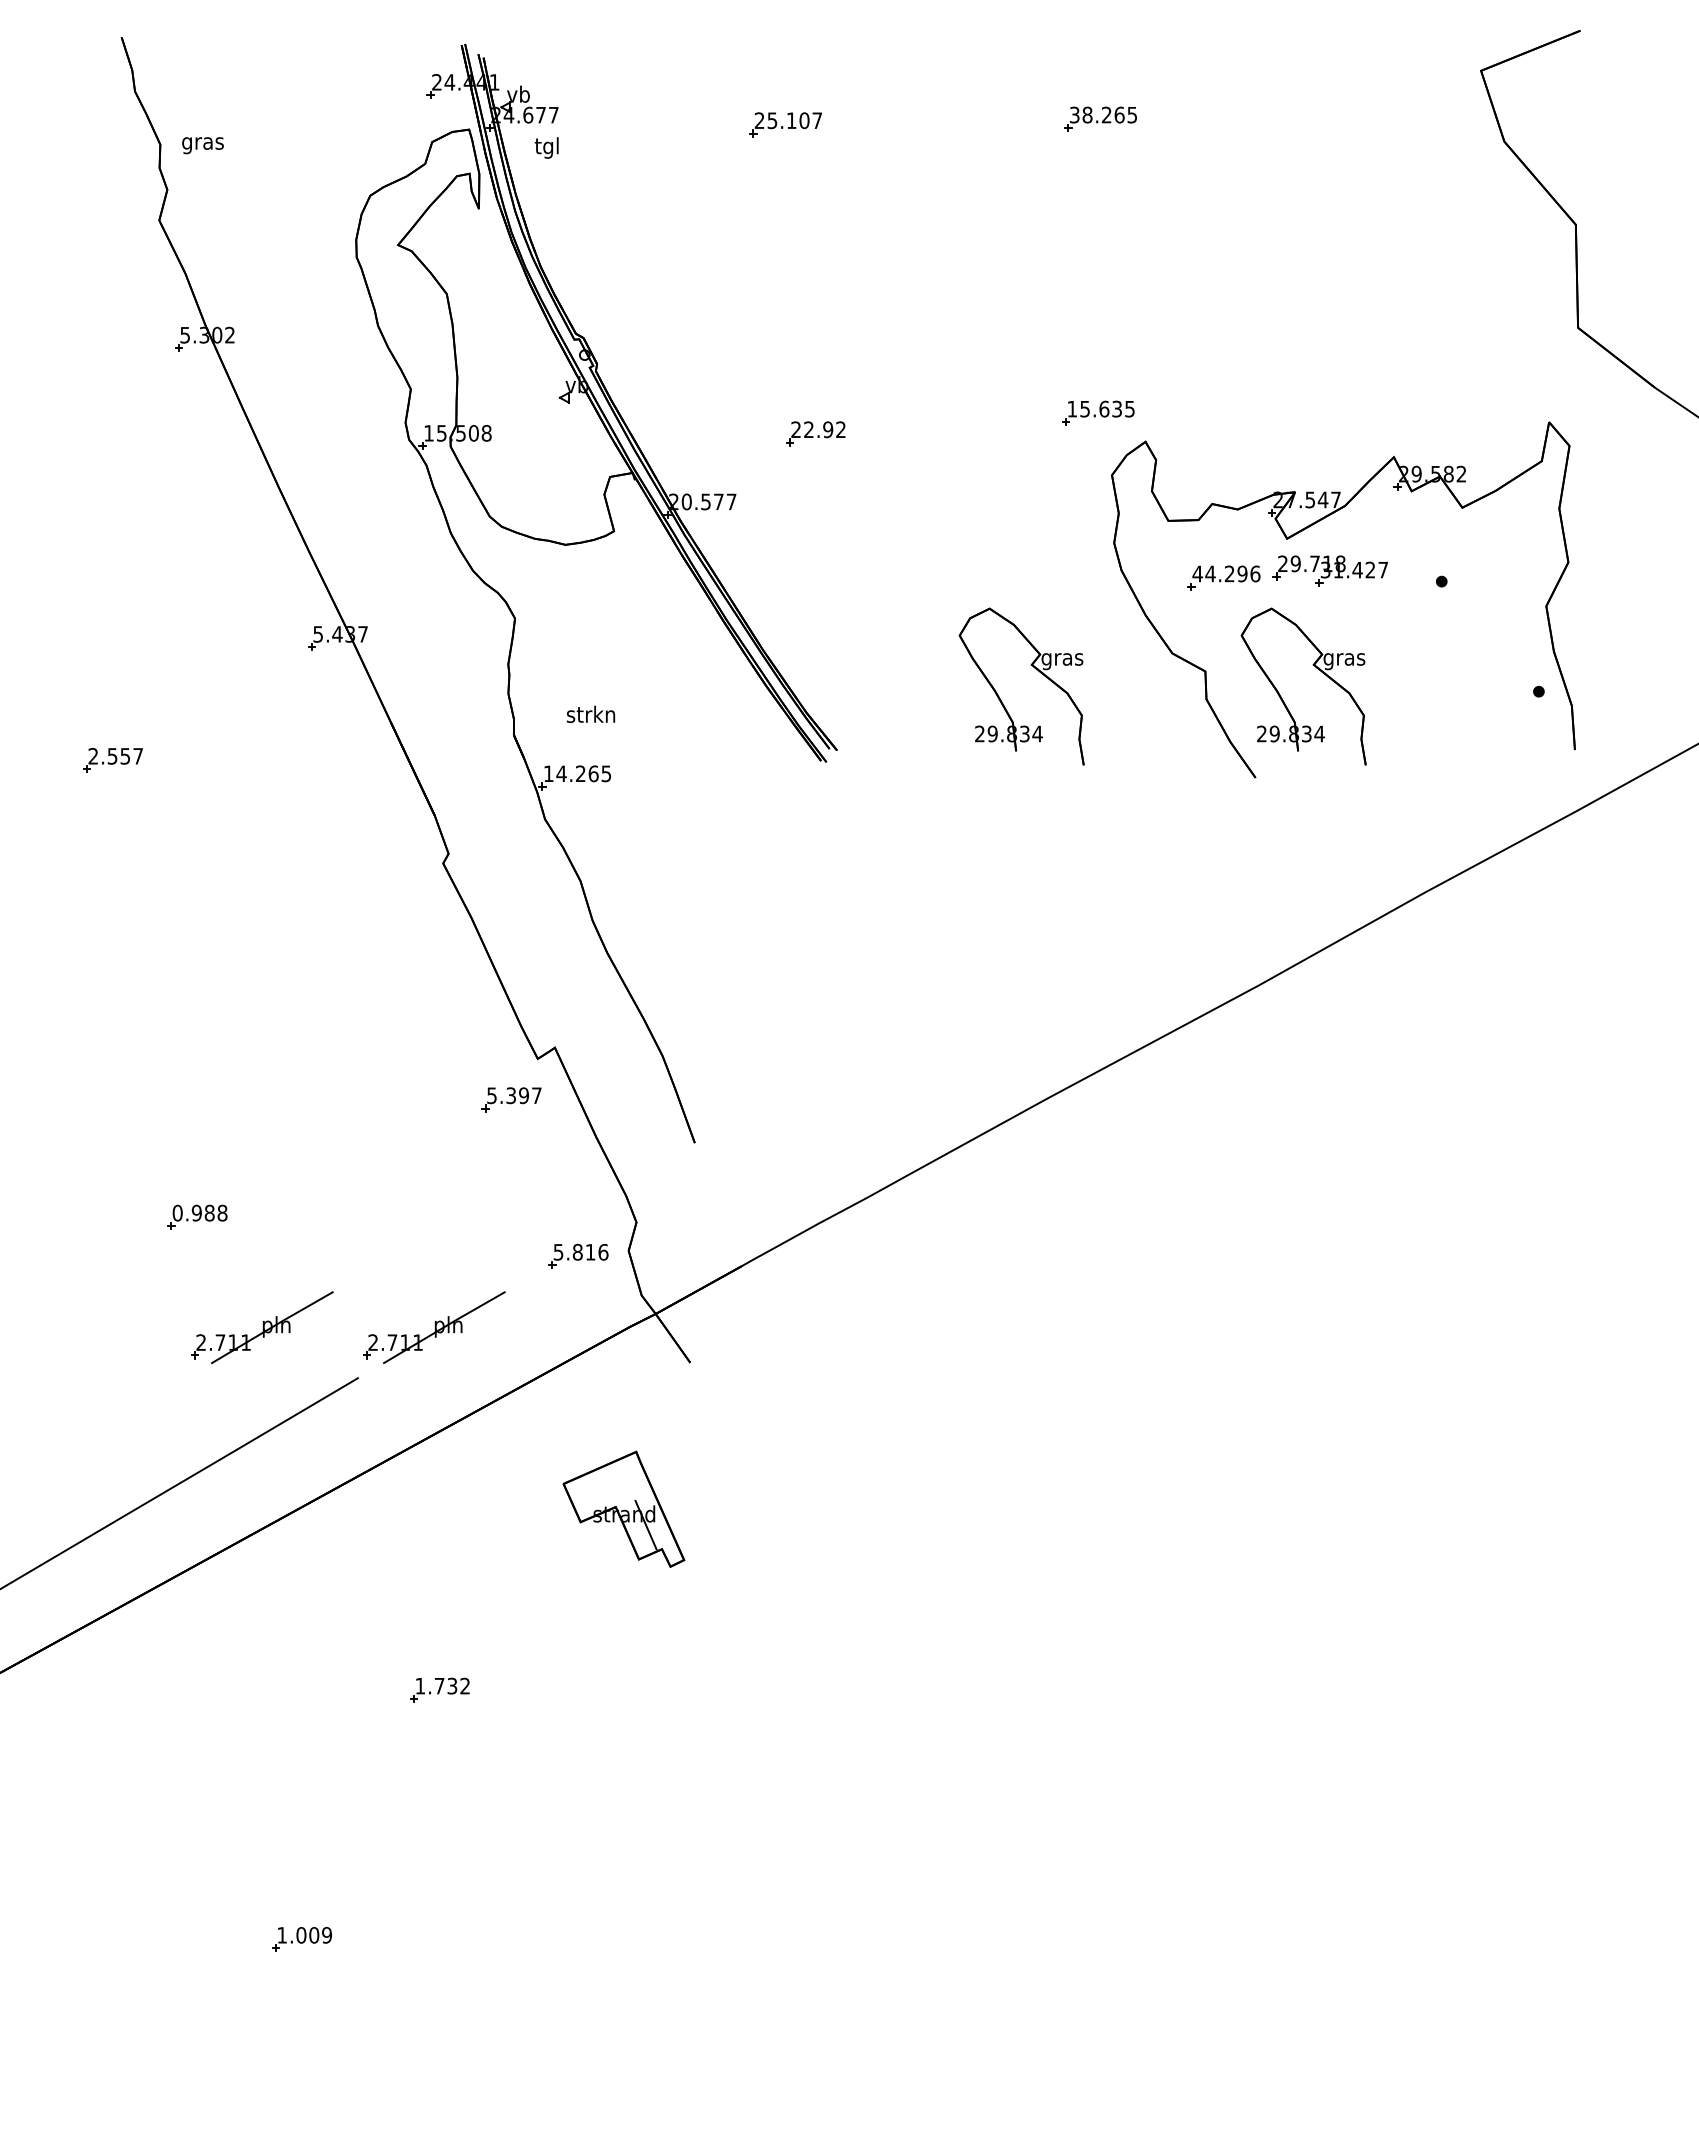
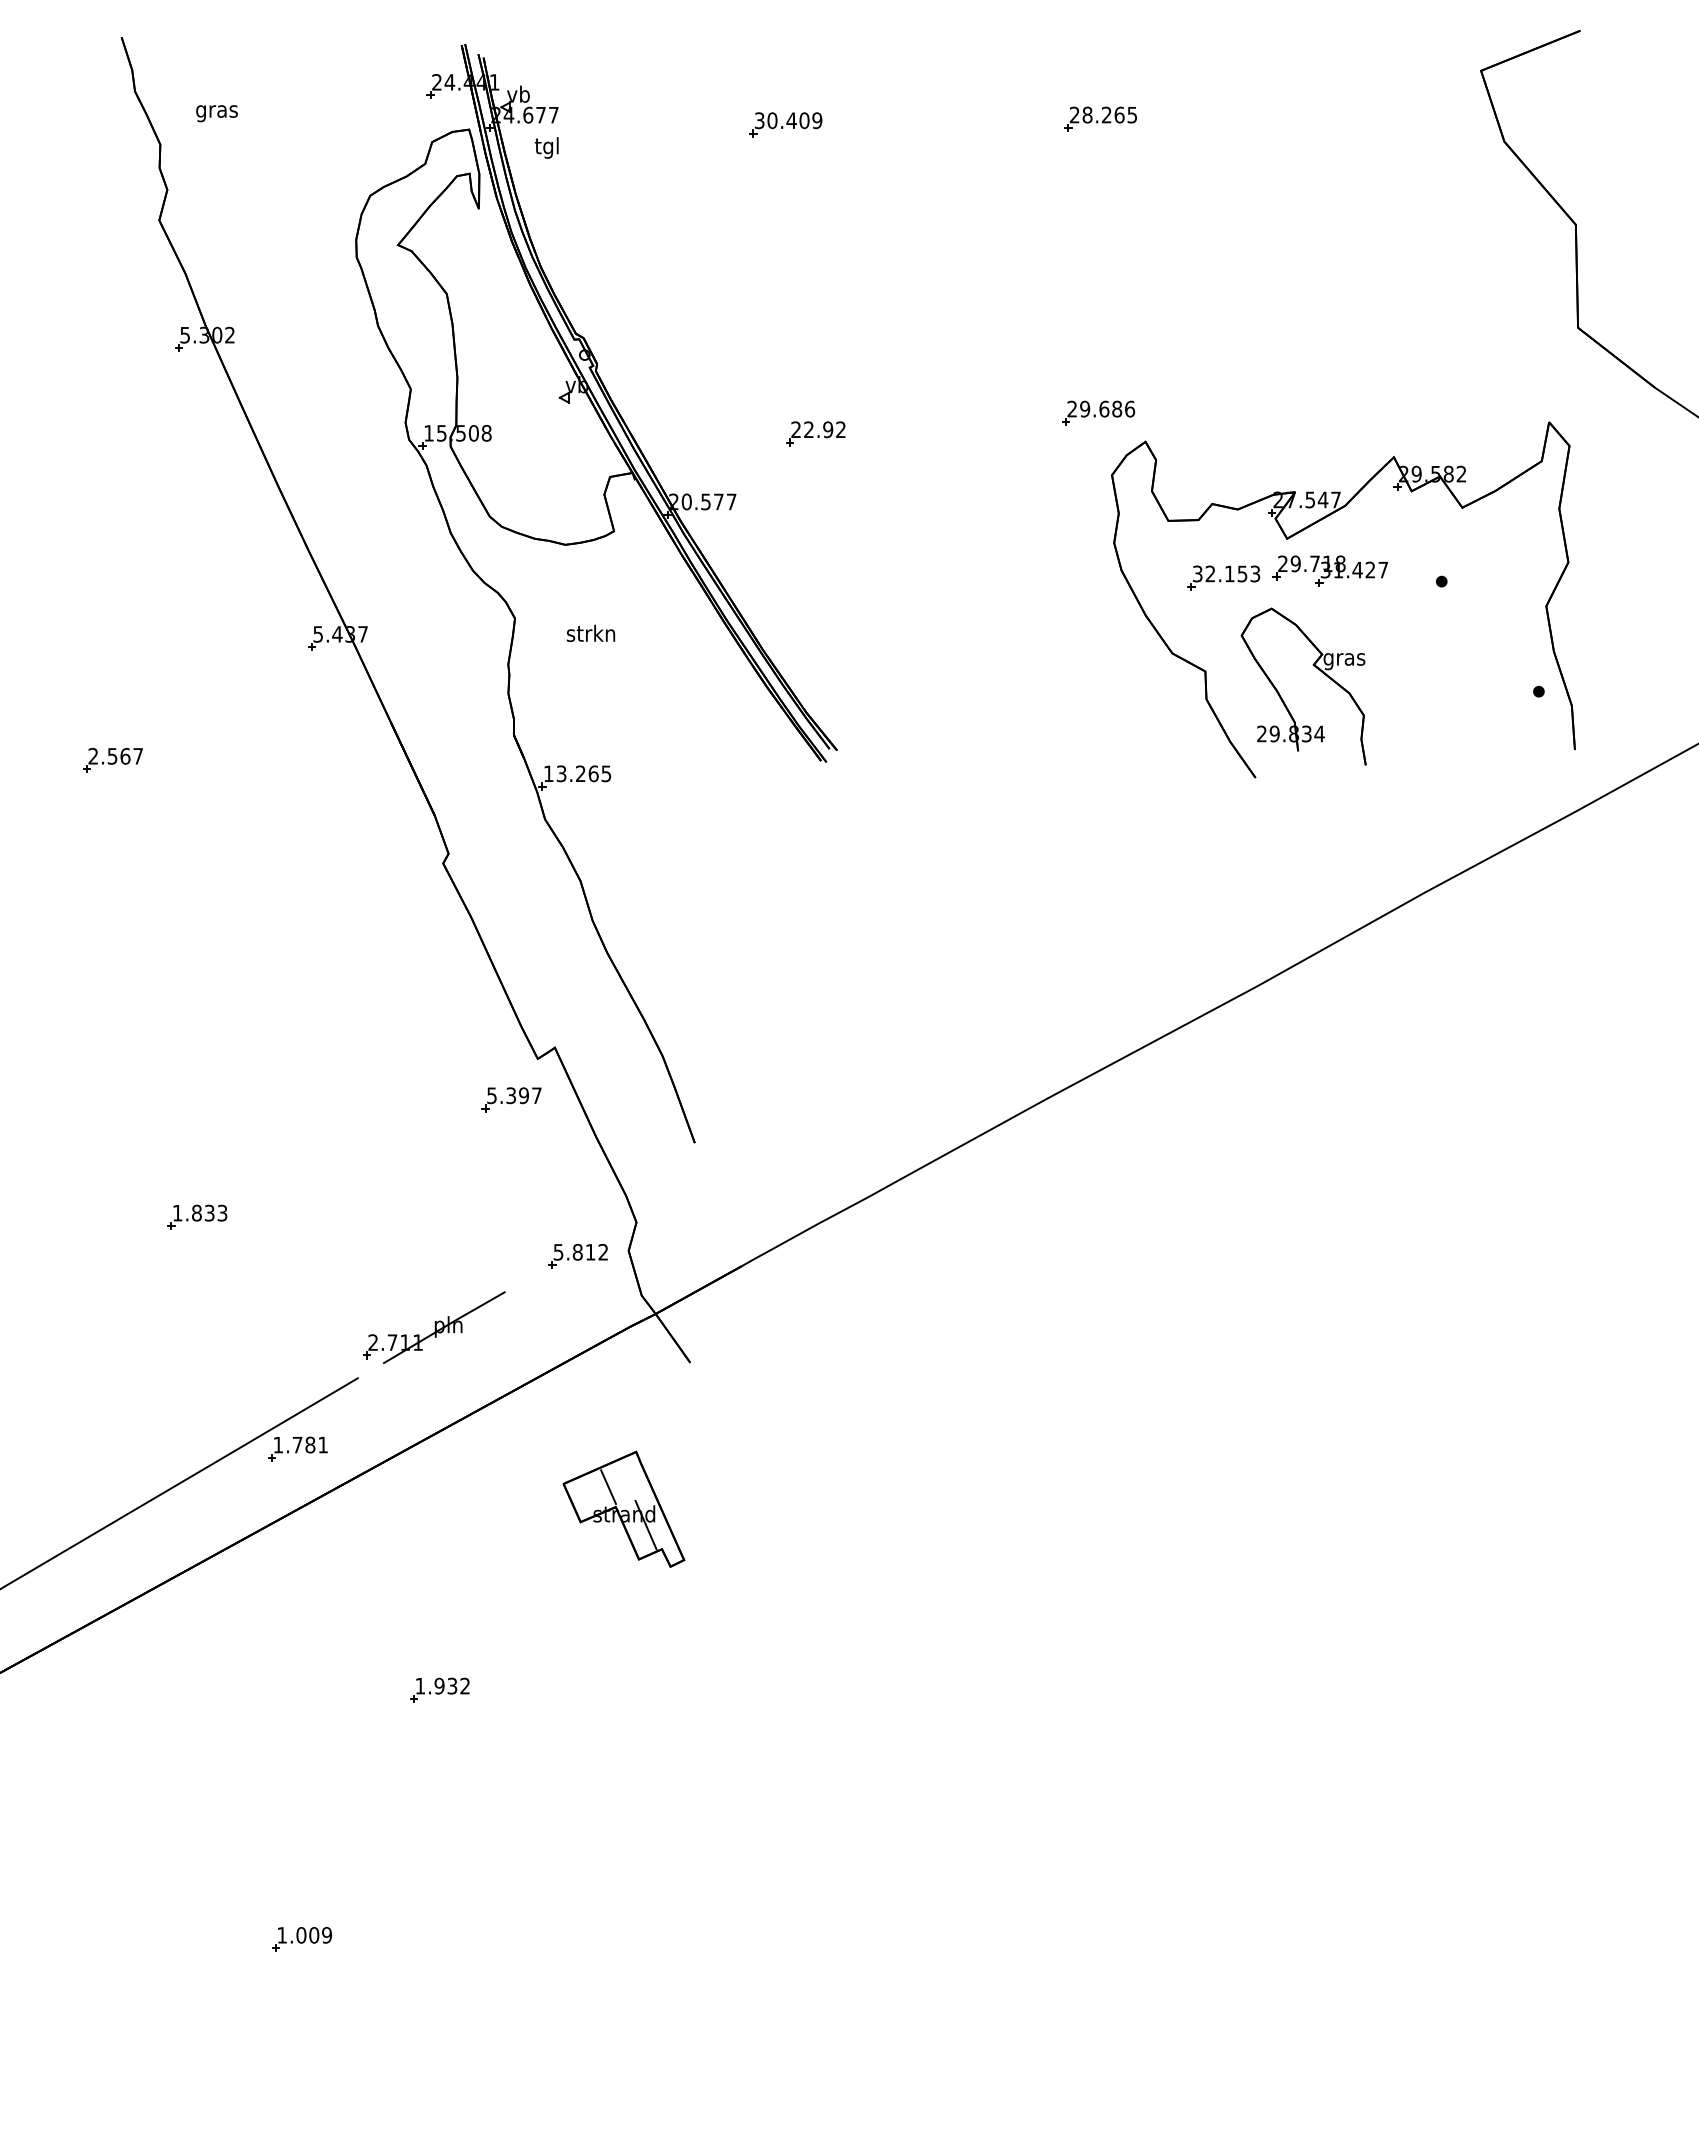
text at (1074, 115): 38.265 -> 28.265
text at (788, 120): 25.107 -> 30.409
text at (202, 145) position: (202, 145) -> (216, 113)
text at (1101, 408): 15.635 -> 29.686
text at (1226, 573): 44.296 -> 32.153
part at (1035, 669): present -> none
text at (590, 713) position: (590, 713) -> (590, 632)
text at (125, 756): 2.557 -> 2.567
text at (561, 773): 14.265 -> 13.265
text at (199, 1212): 0.988 -> 1.833
text at (603, 1251): 5.816 -> 5.812
part at (262, 1327): present -> none
part at (297, 1448): none -> present
line at (608, 1486): none -> present
text at (439, 1685): 1.732 -> 1.932
